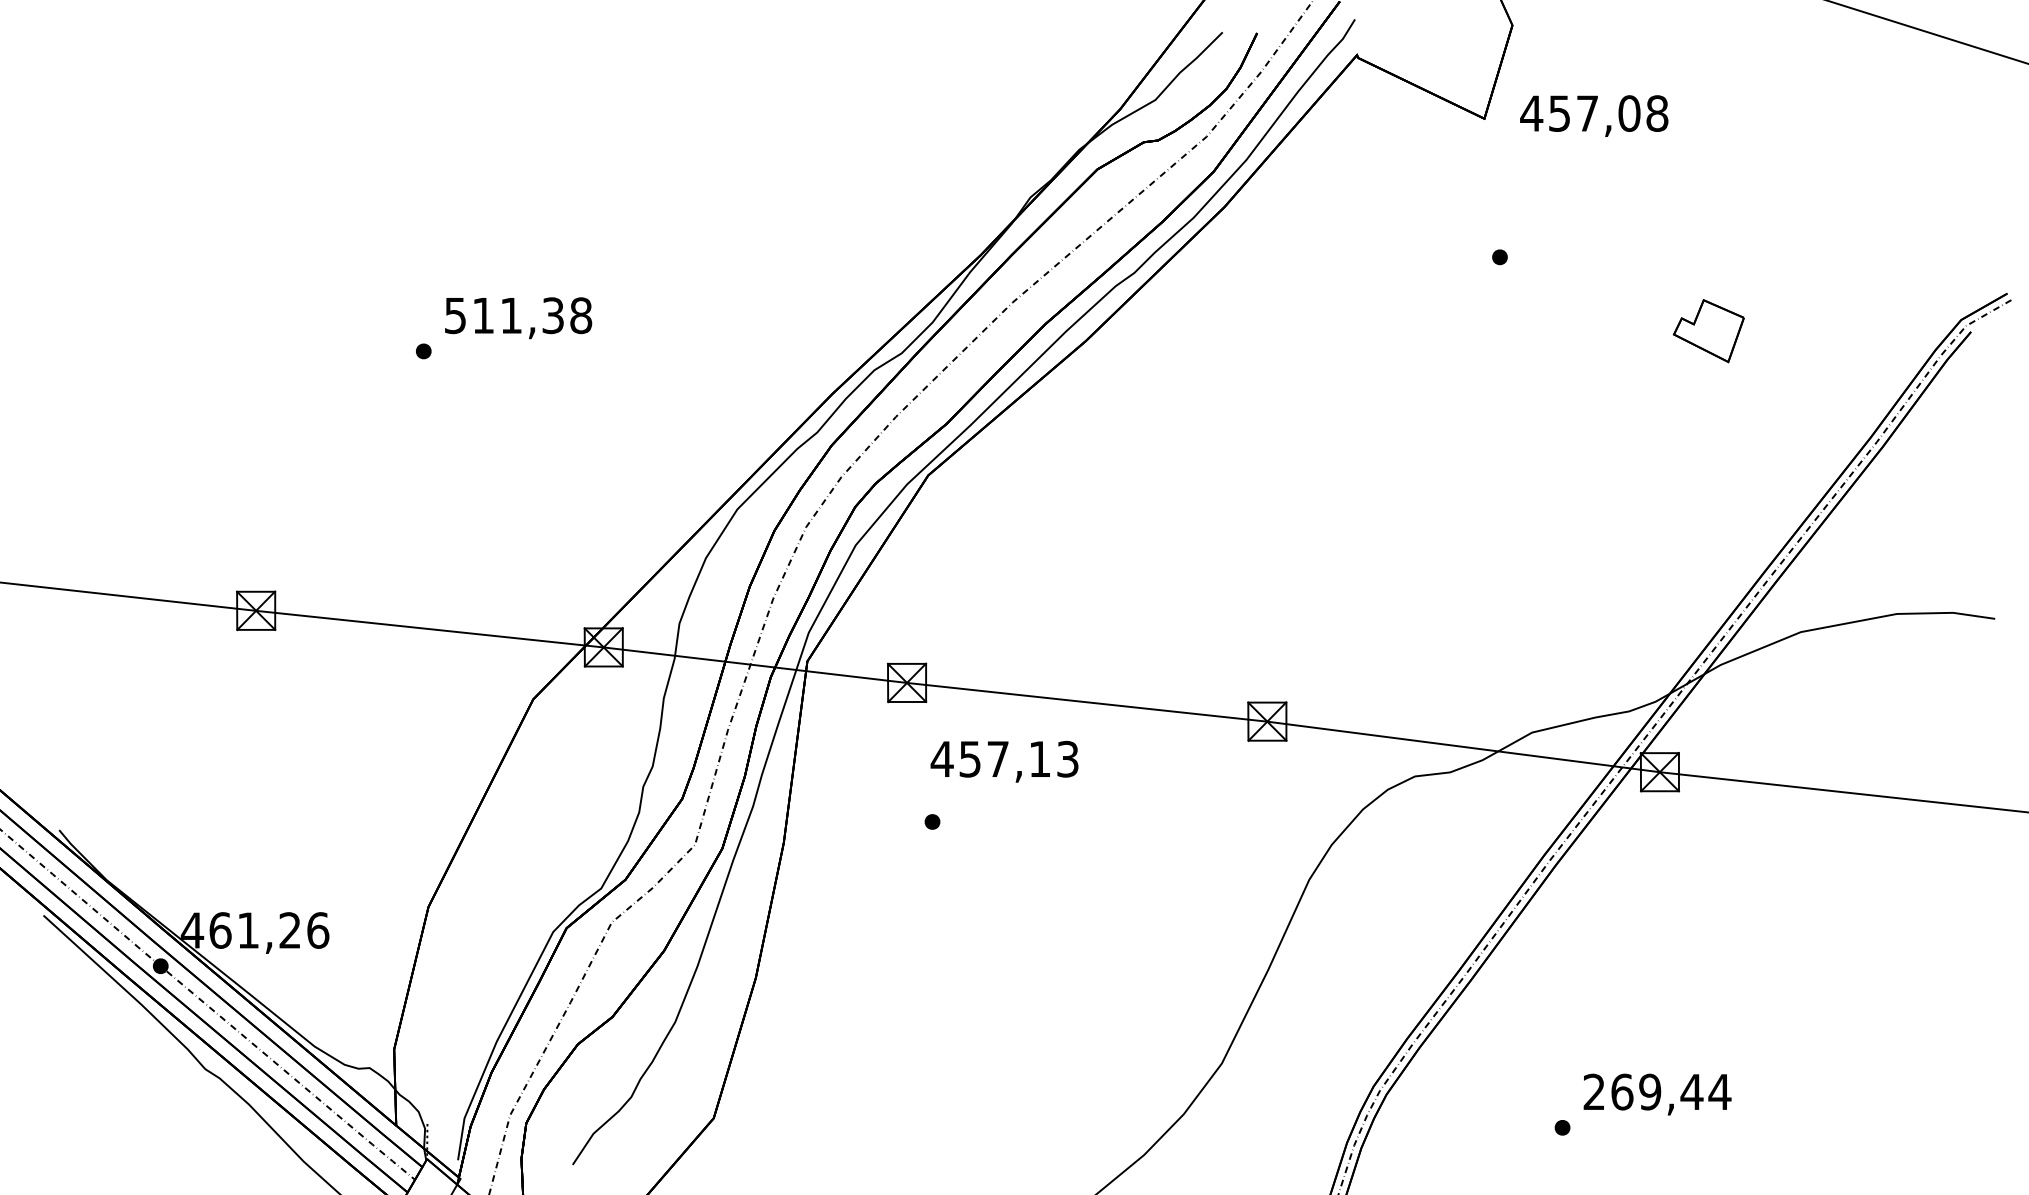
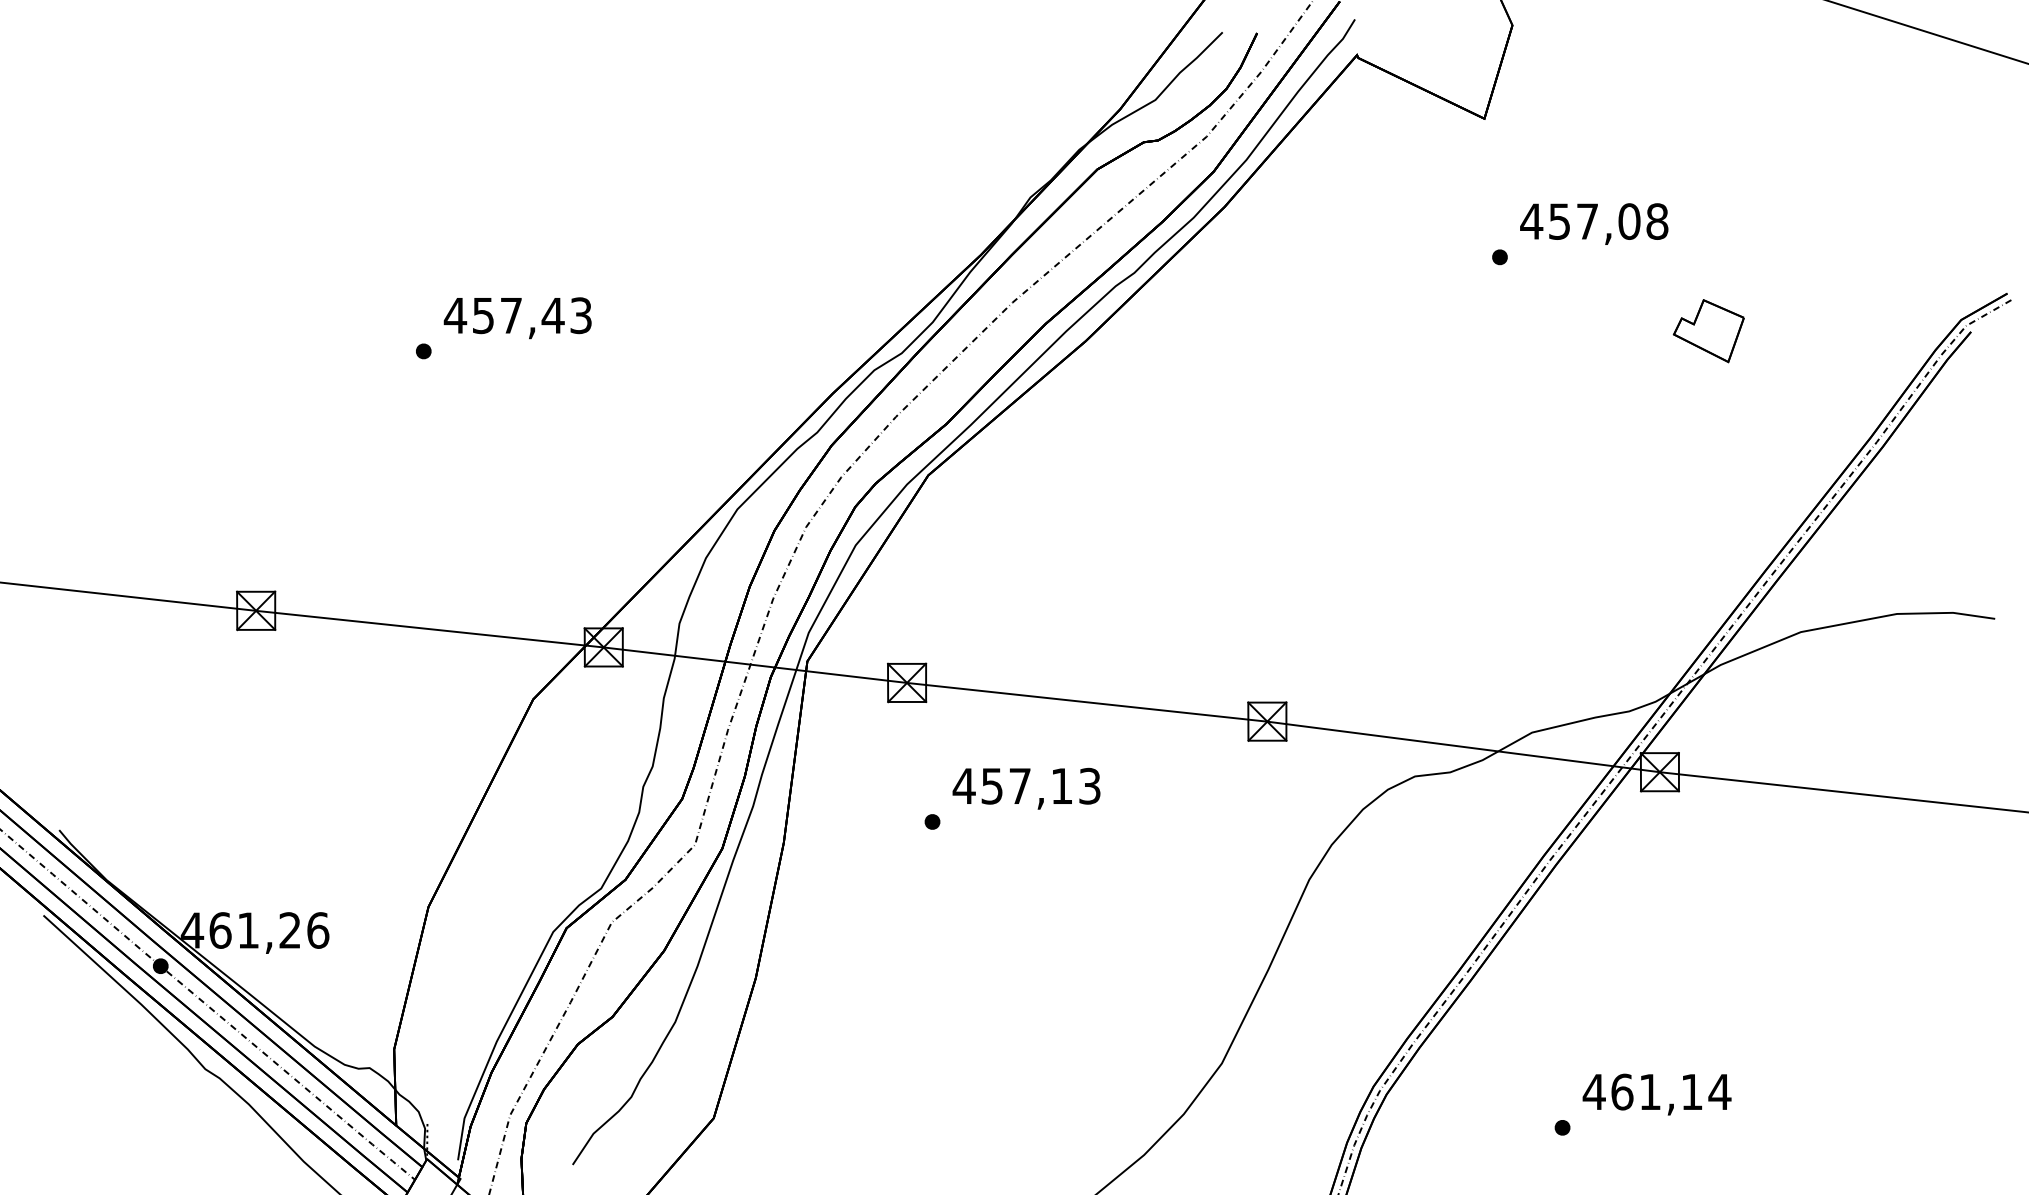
text at (1594, 115) position: (1594, 115) -> (1594, 223)
text at (517, 315): 511,38 -> 457,43
text at (1004, 761) position: (1004, 761) -> (1026, 788)
text at (1642, 1091): 269,44 -> 461,14
